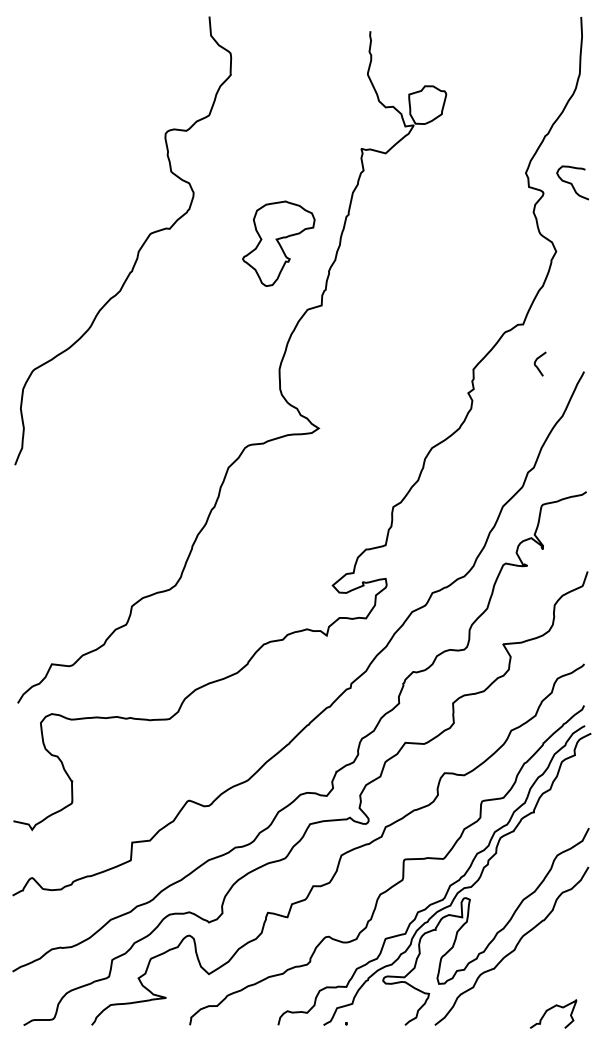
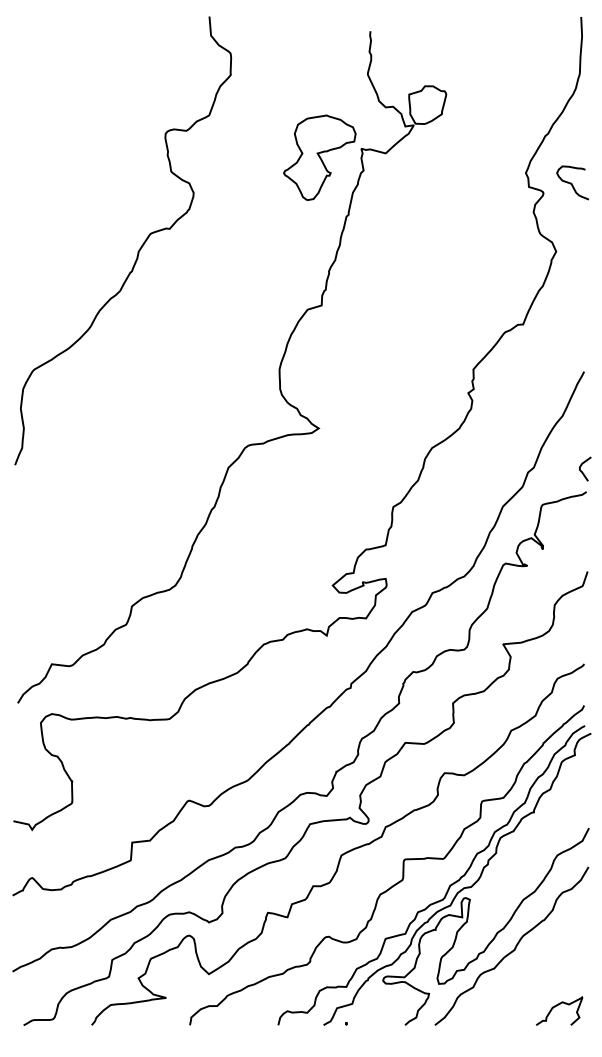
part at (278, 243) position: (278, 243) -> (319, 157)
curve at (537, 360) position: (537, 360) -> (582, 465)
curve at (551, 1009) position: (551, 1009) -> (557, 1006)
